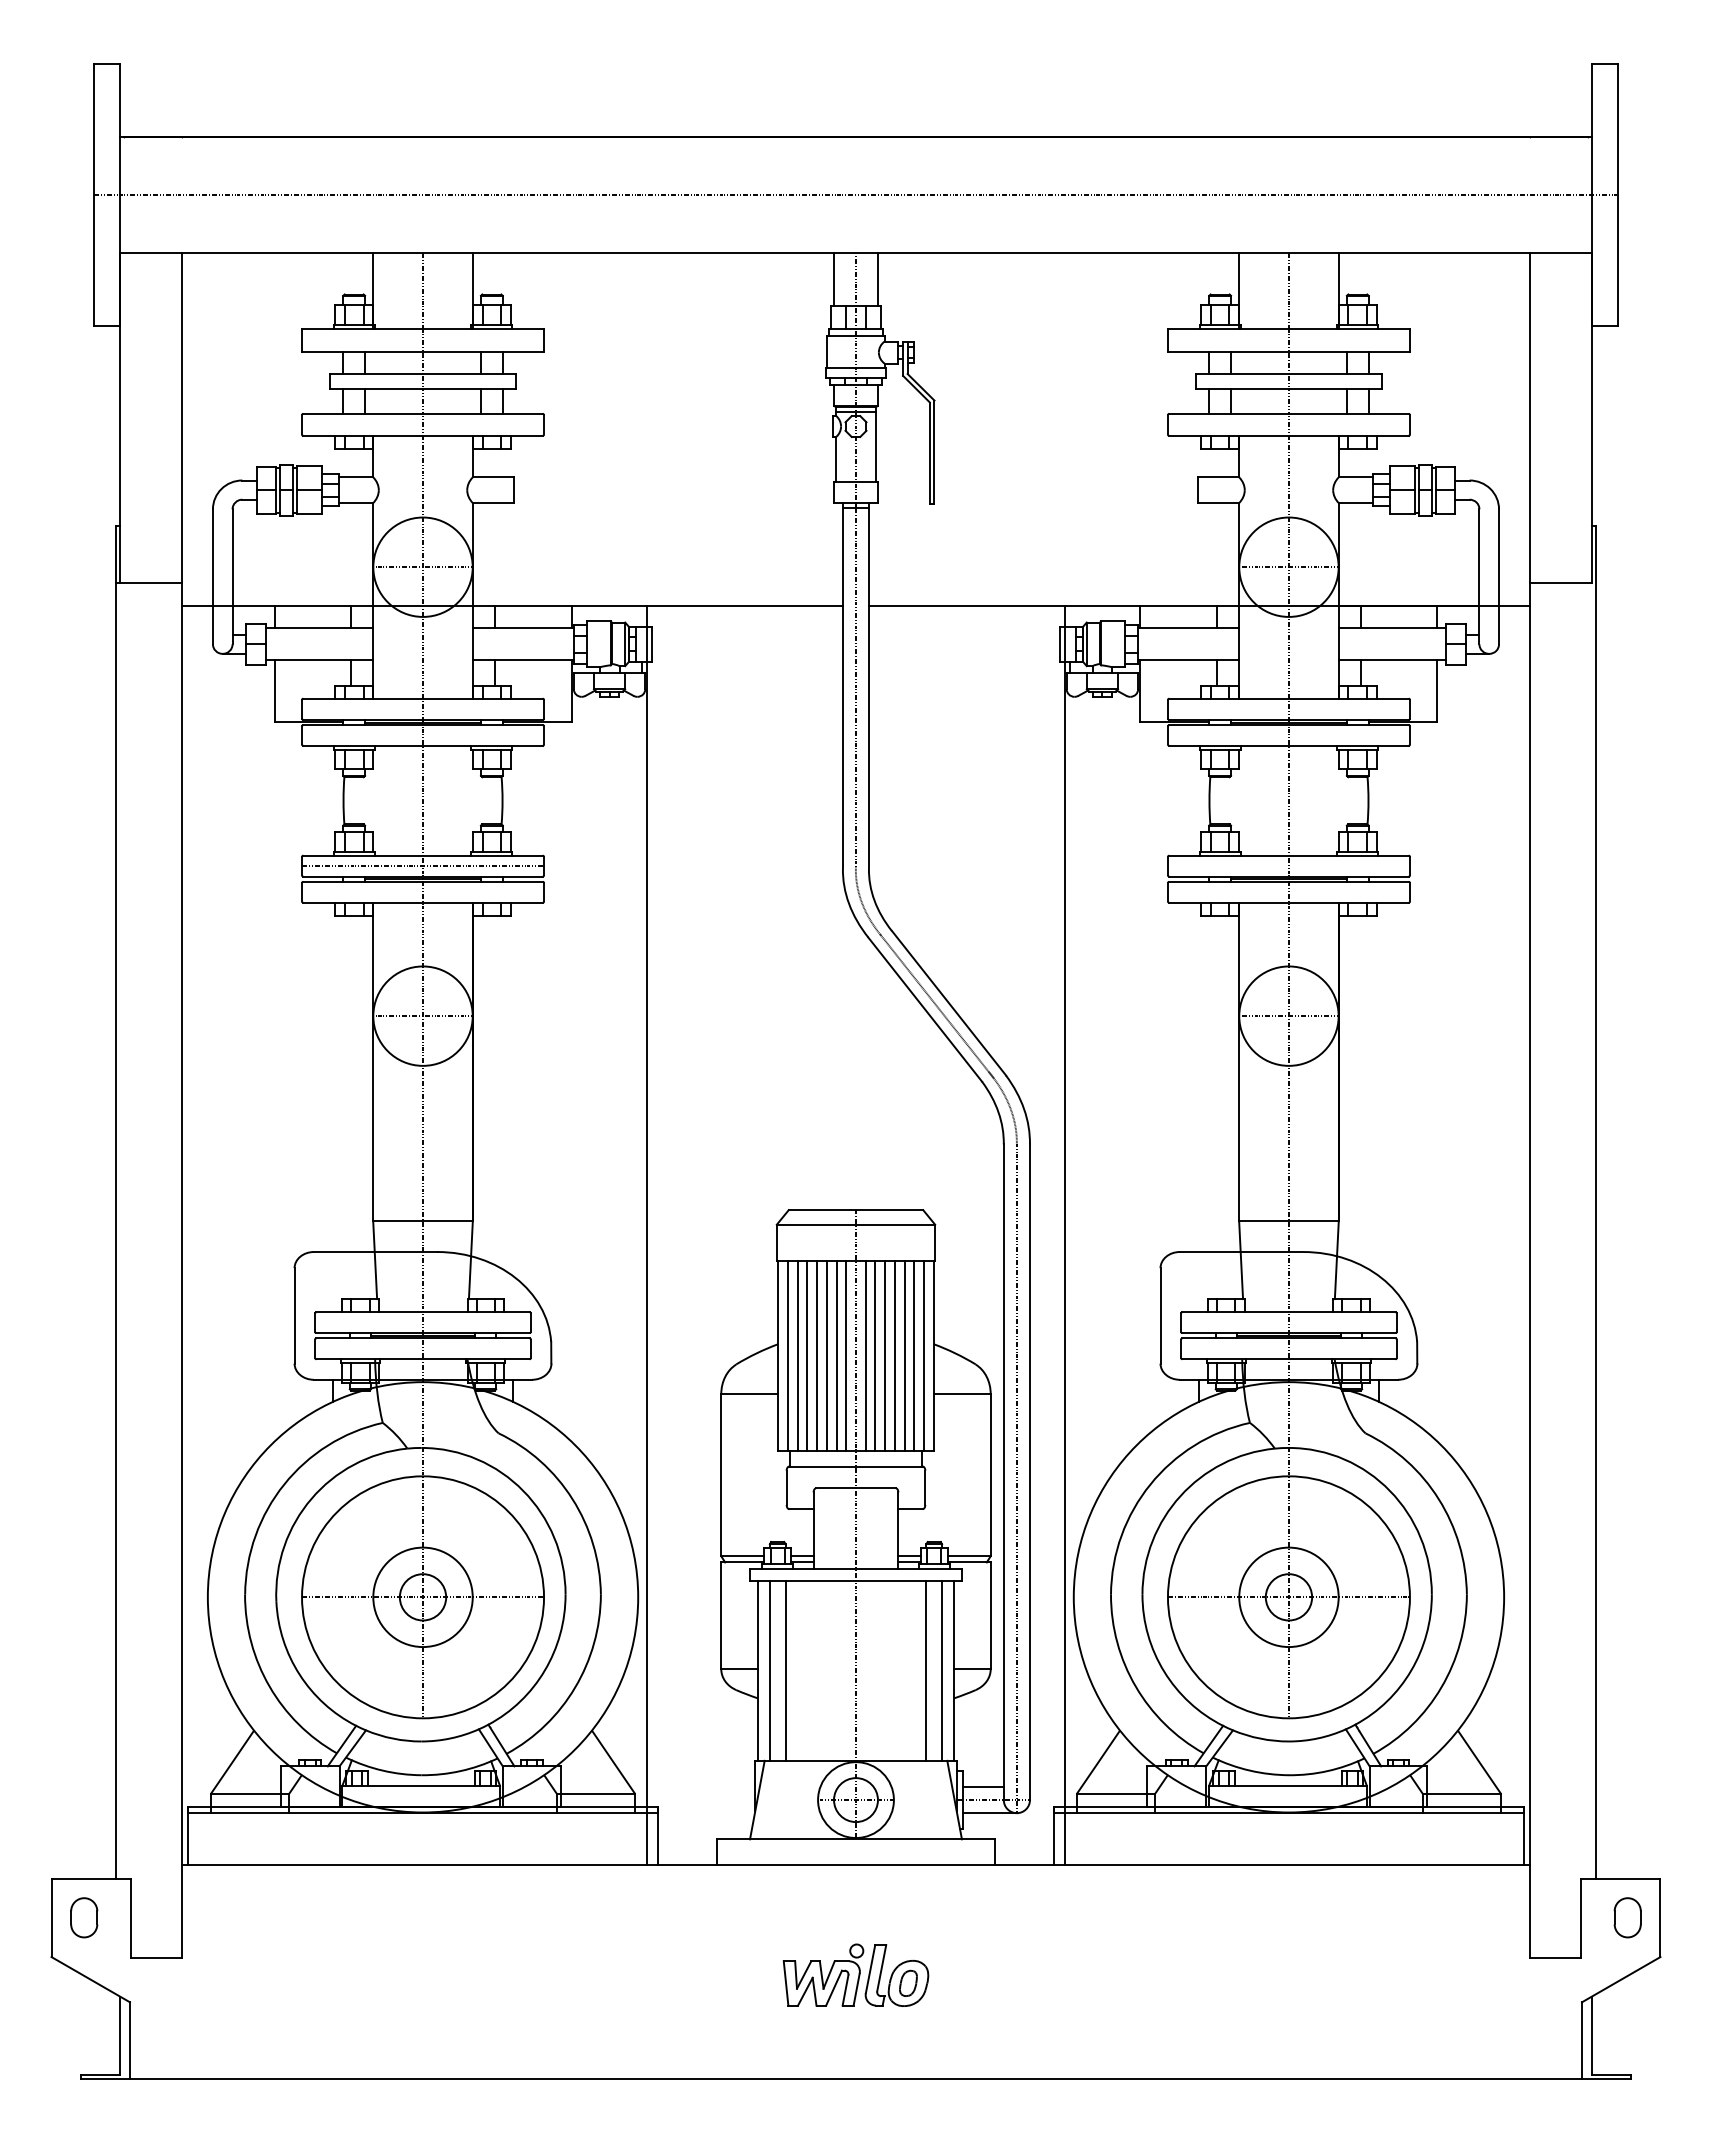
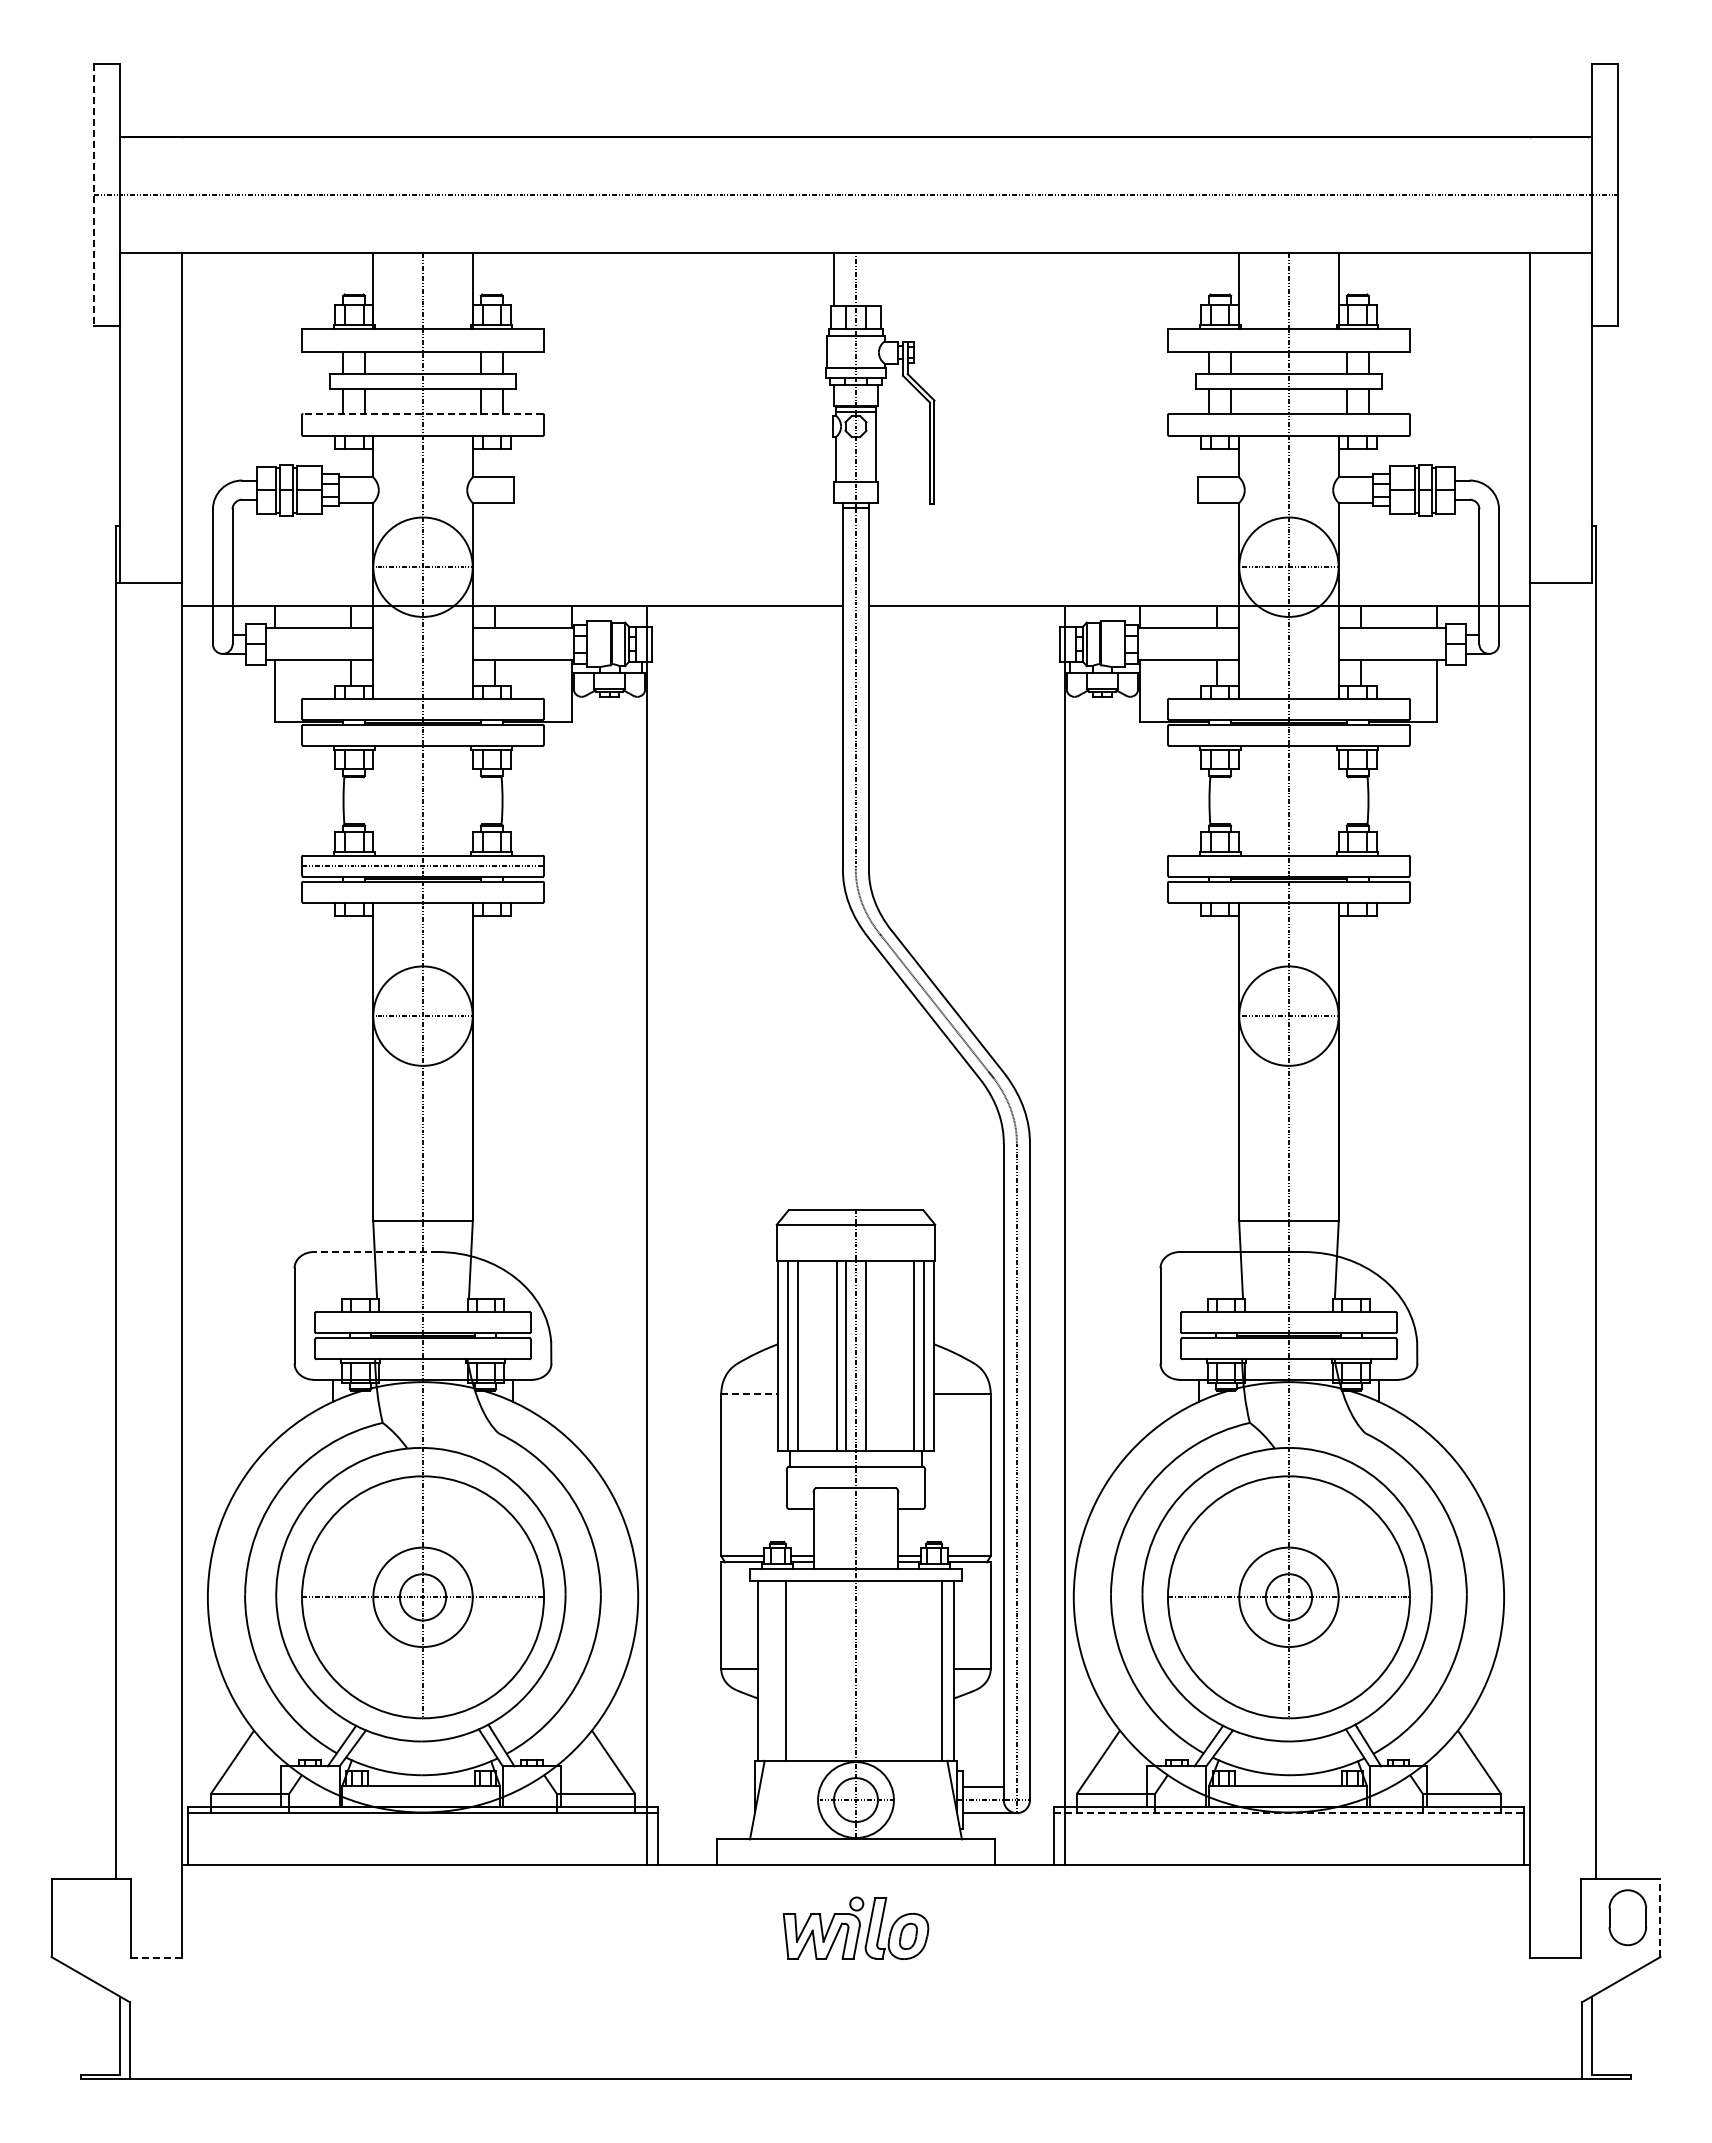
line at (94, 195): solid -> dashed
line at (878, 279): present -> none
line at (423, 413): solid -> dashed
line at (375, 1252): solid -> dashed
line at (807, 1355): present -> none
line at (817, 1355): present -> none
line at (826, 1355): present -> none
line at (875, 1355): present -> none
line at (885, 1355): present -> none
line at (894, 1355): present -> none
line at (904, 1355): present -> none
line at (750, 1394): solid -> dashed
line at (769, 1670): present -> none
line at (926, 1670): present -> none
line at (1289, 1812): solid -> dashed
part at (84, 1917): present -> none
part at (1627, 1917) size: 29x42 px -> 40x58 px
line at (1660, 1917): solid -> dashed
line at (156, 1958): solid -> dashed
part at (855, 1974) position: (855, 1974) -> (855, 1927)
